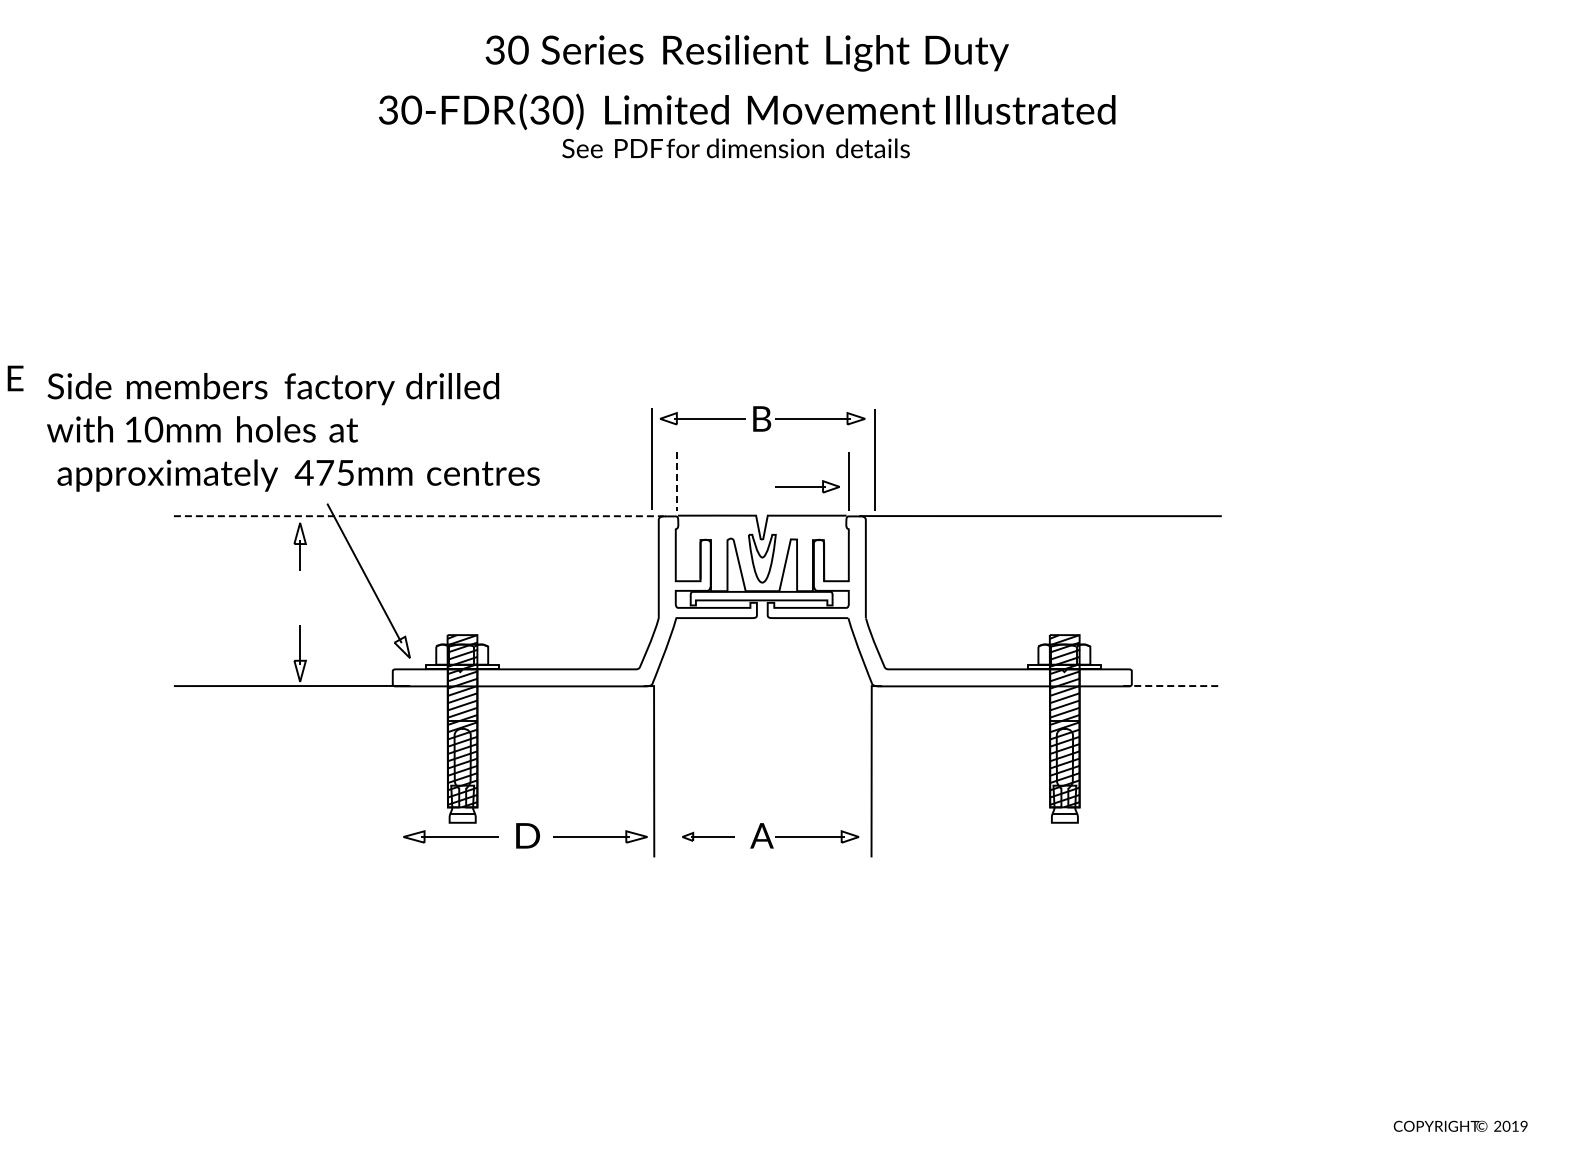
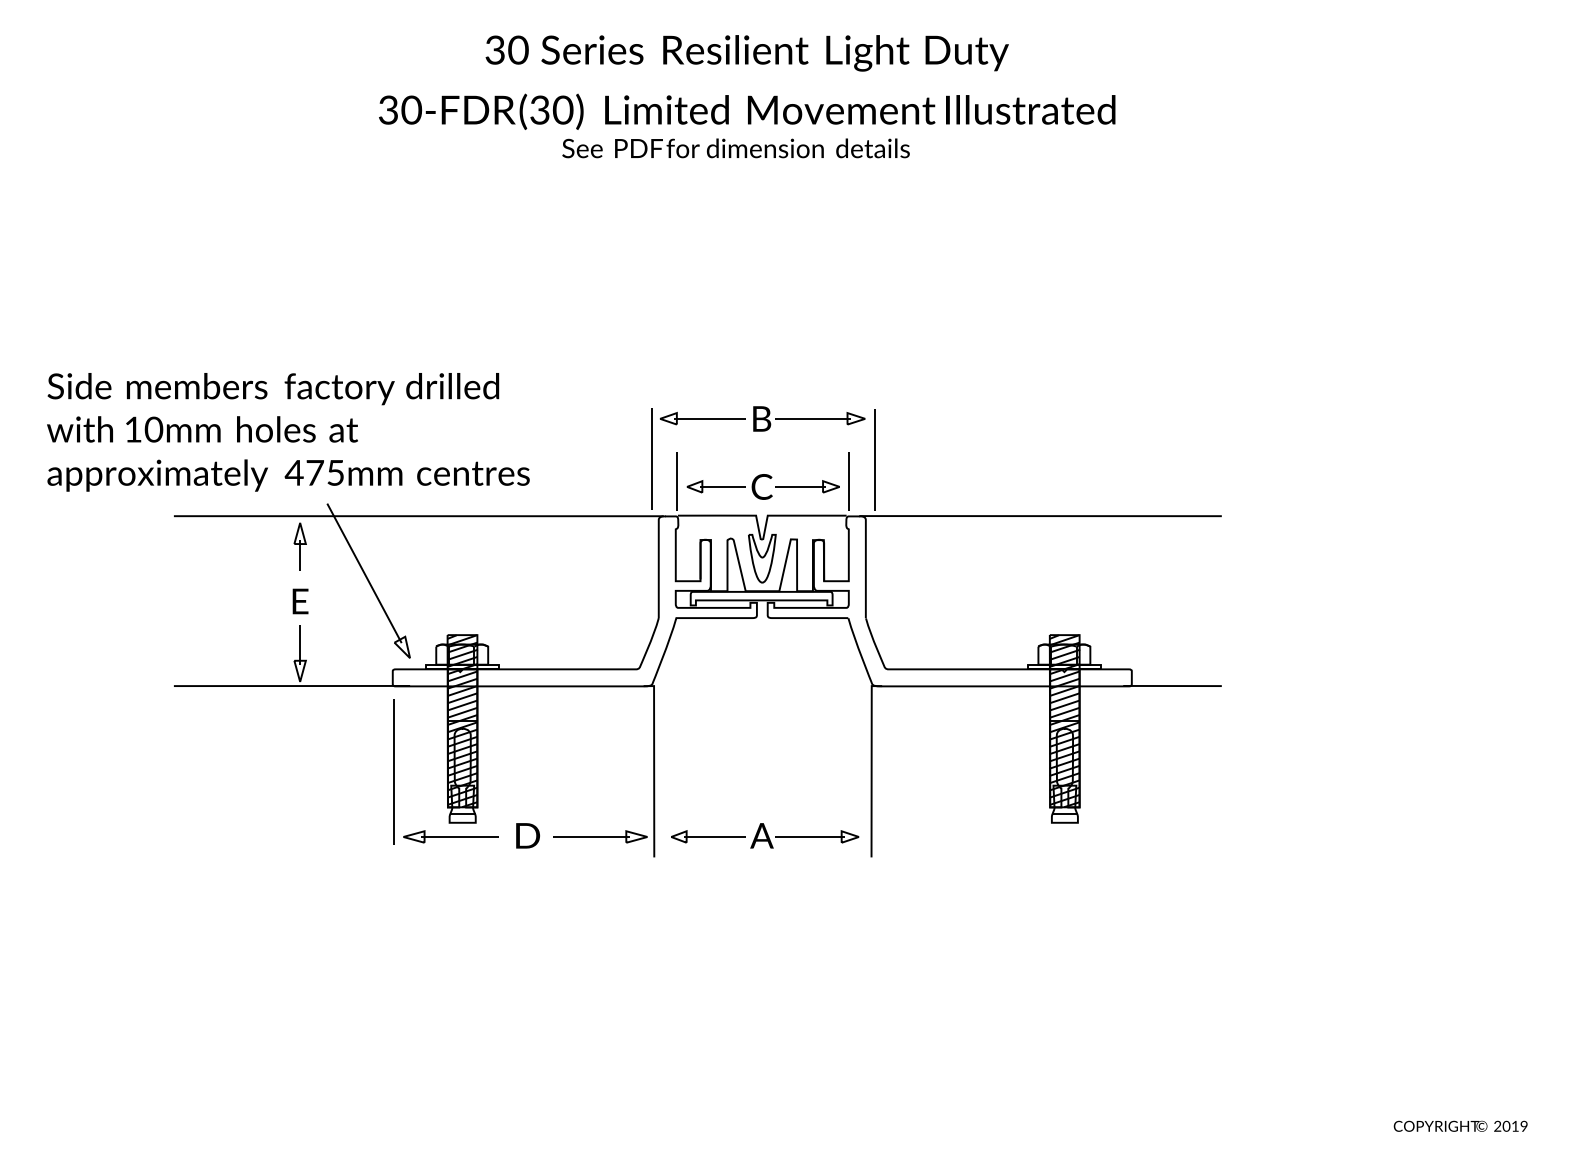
text at (15, 378) position: (15, 378) -> (300, 601)
text at (298, 475) position: (298, 475) -> (288, 475)
line at (677, 481): dashed -> solid
part at (729, 486): none -> present
line at (418, 516): dashed -> solid
line at (1173, 686): dashed -> solid
line at (393, 771): none -> present
part at (708, 836) size: 53x11 px -> 75x14 px
